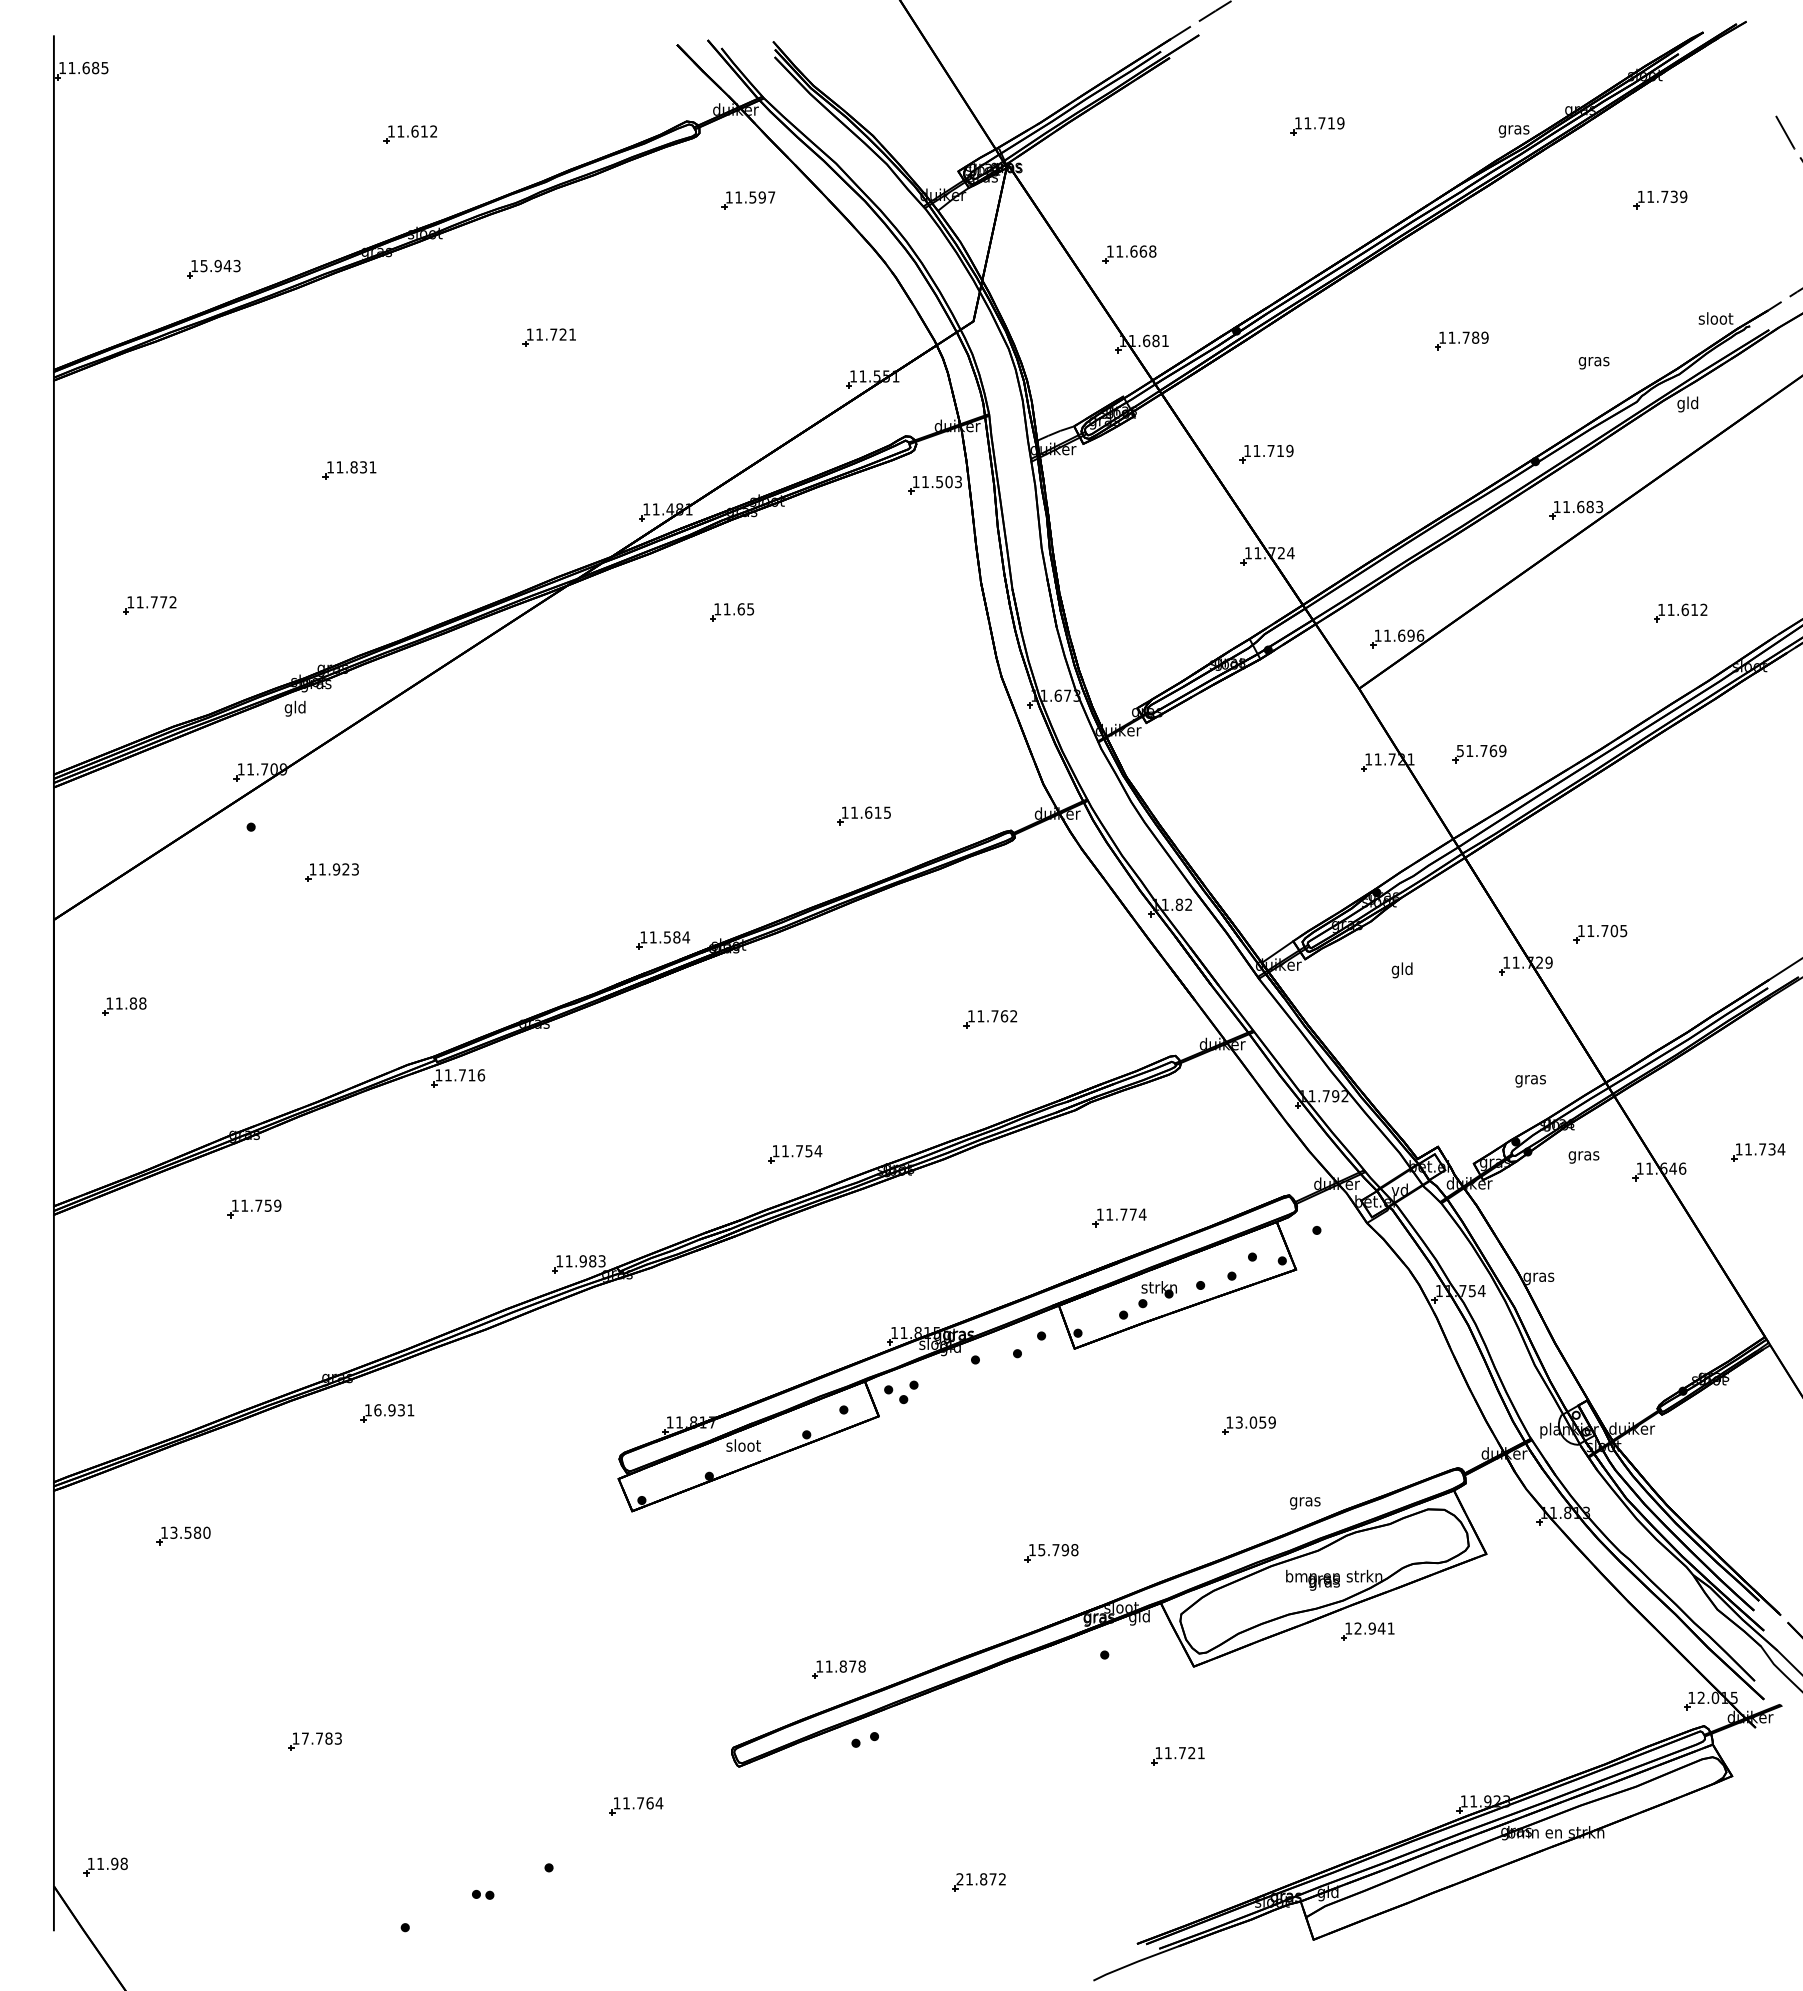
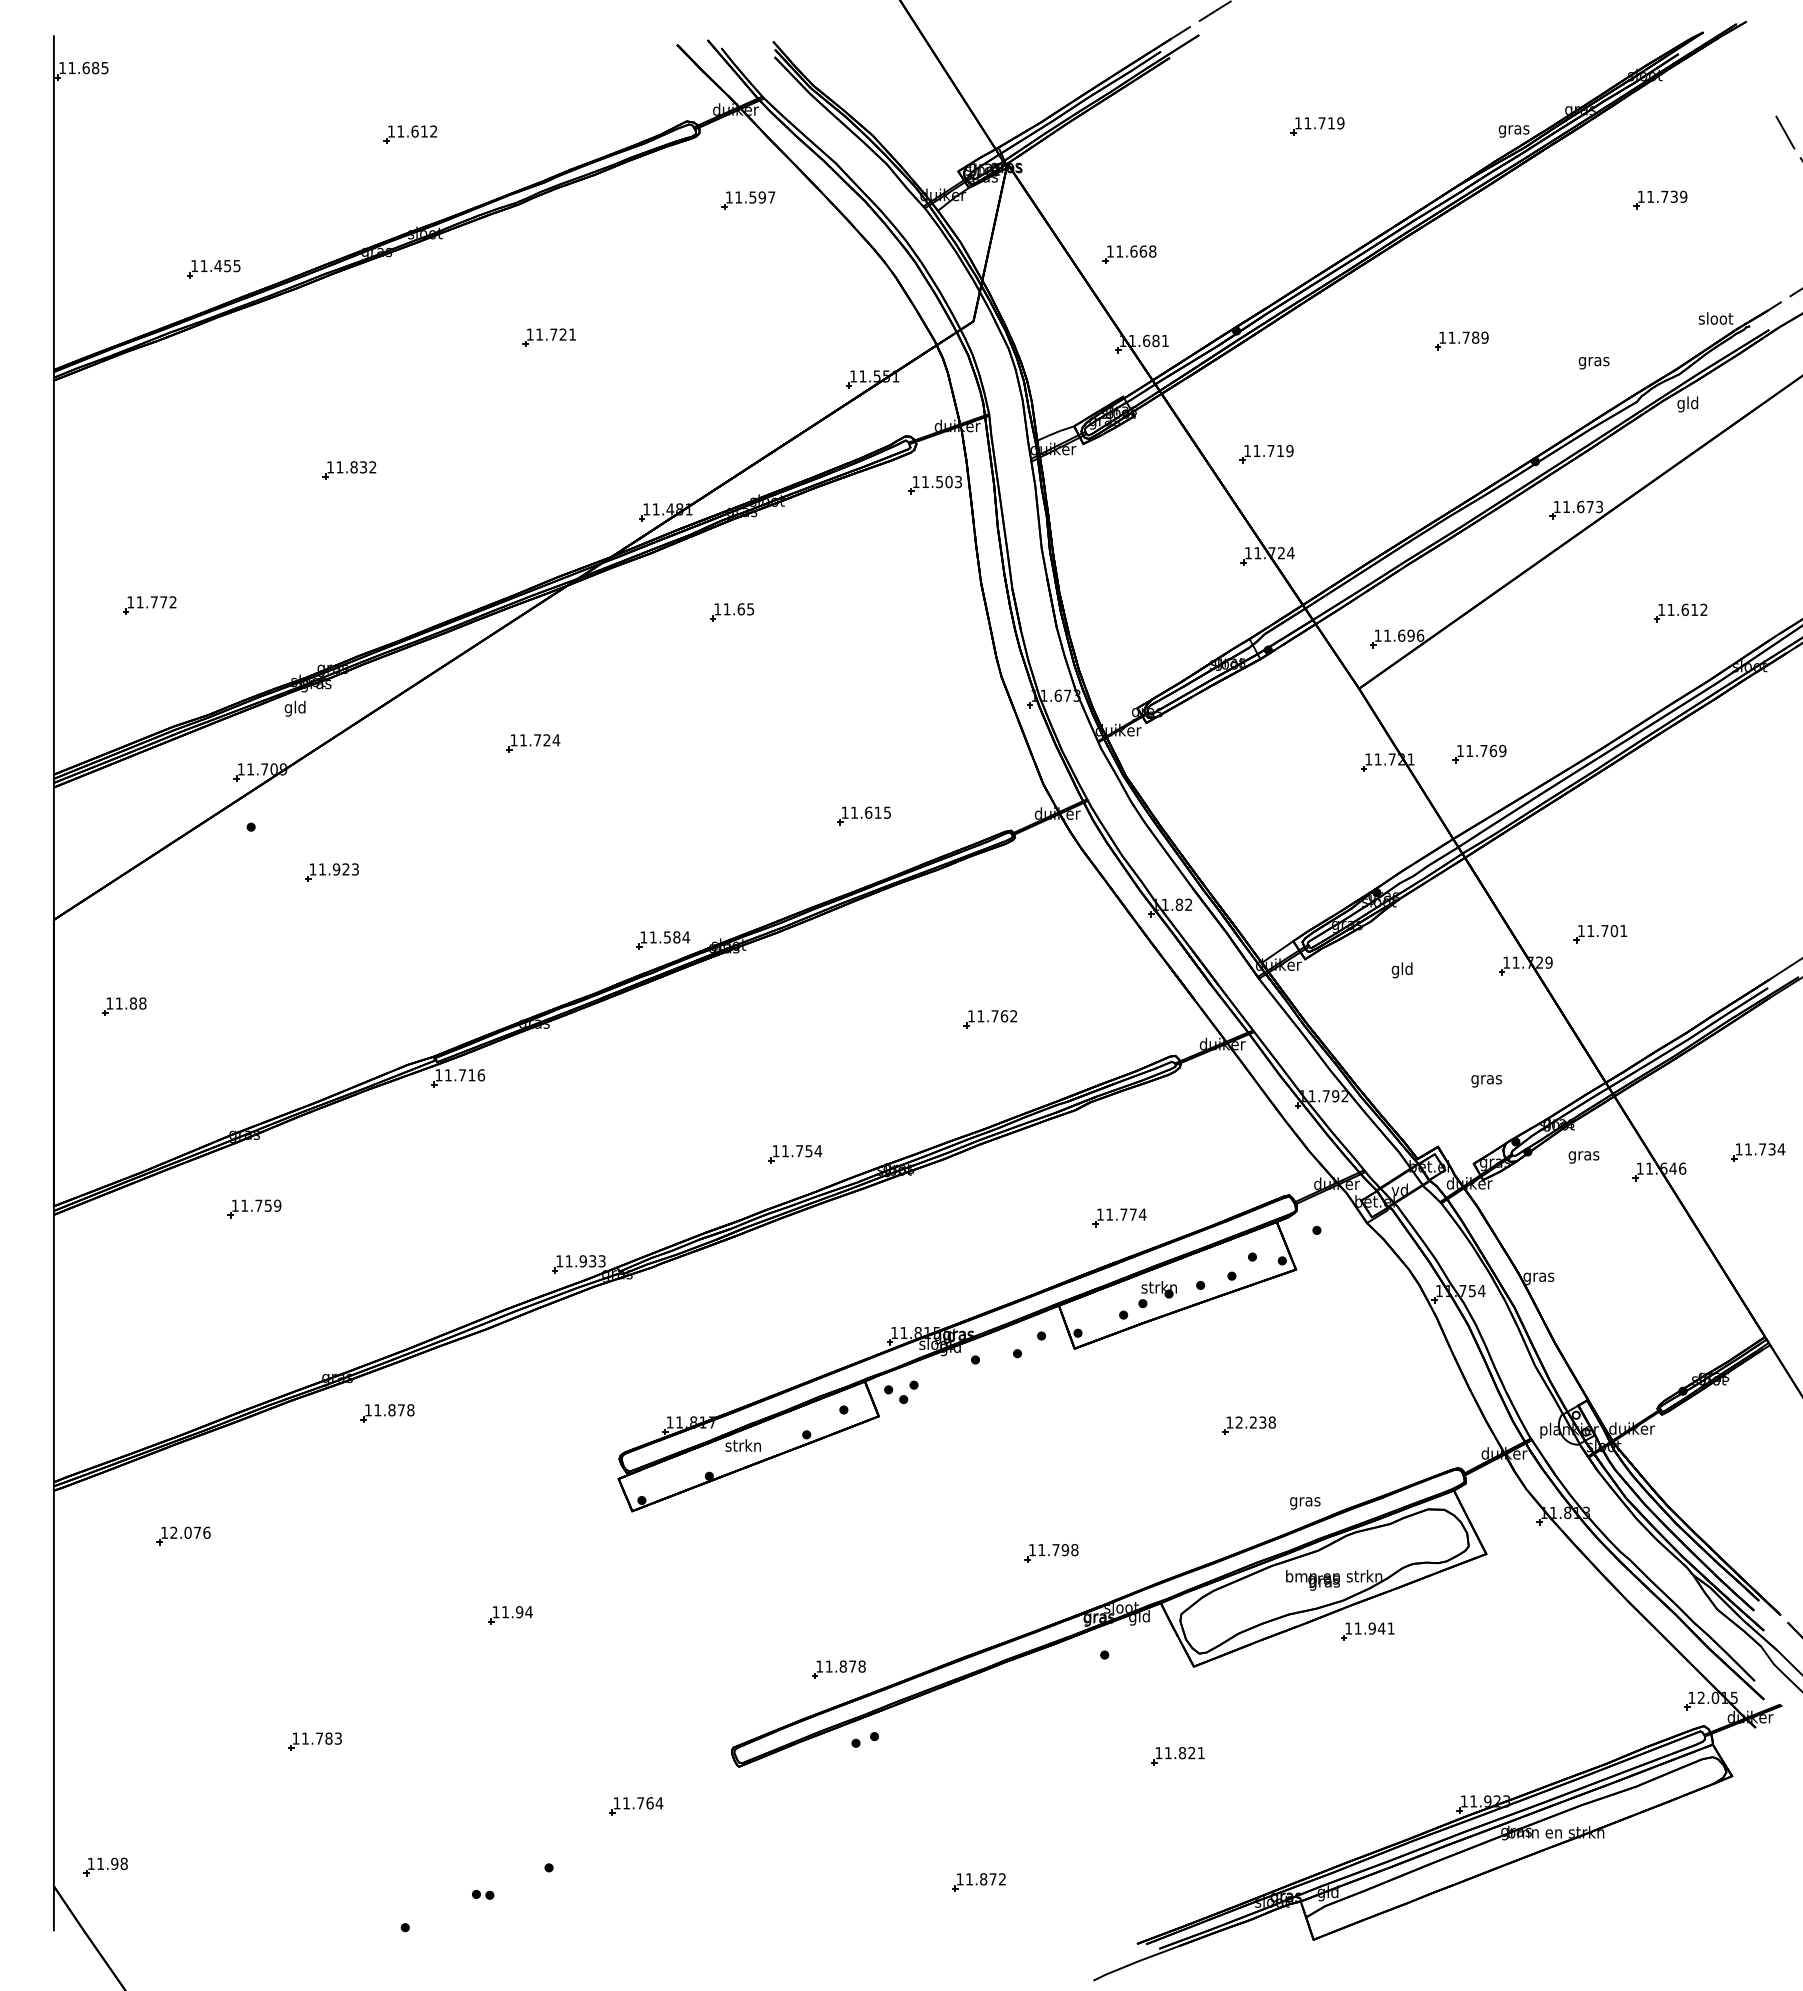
text at (220, 265): 15.943 -> 11.455
text at (372, 467): 11.831 -> 11.832
text at (1589, 506): 11.683 -> 11.673
part at (533, 743): none -> present
text at (1460, 751): 51.769 -> 11.769
text at (1623, 931): 11.705 -> 11.701
text at (1530, 1081) position: (1530, 1081) -> (1486, 1081)
text at (592, 1261): 11.983 -> 11.933
text at (394, 1410): 16.931 -> 11.878
text at (1255, 1422): 13.059 -> 12.238
text at (742, 1445): sloot -> strkn
text at (190, 1532): 13.580 -> 12.076
text at (1041, 1550): 15.798 -> 11.798
part at (510, 1615): none -> present
text at (1357, 1628): 12.941 -> 11.941
text at (305, 1738): 17.783 -> 11.783
text at (1182, 1753): 11.721 -> 11.821
text at (959, 1879): 21.872 -> 11.872
